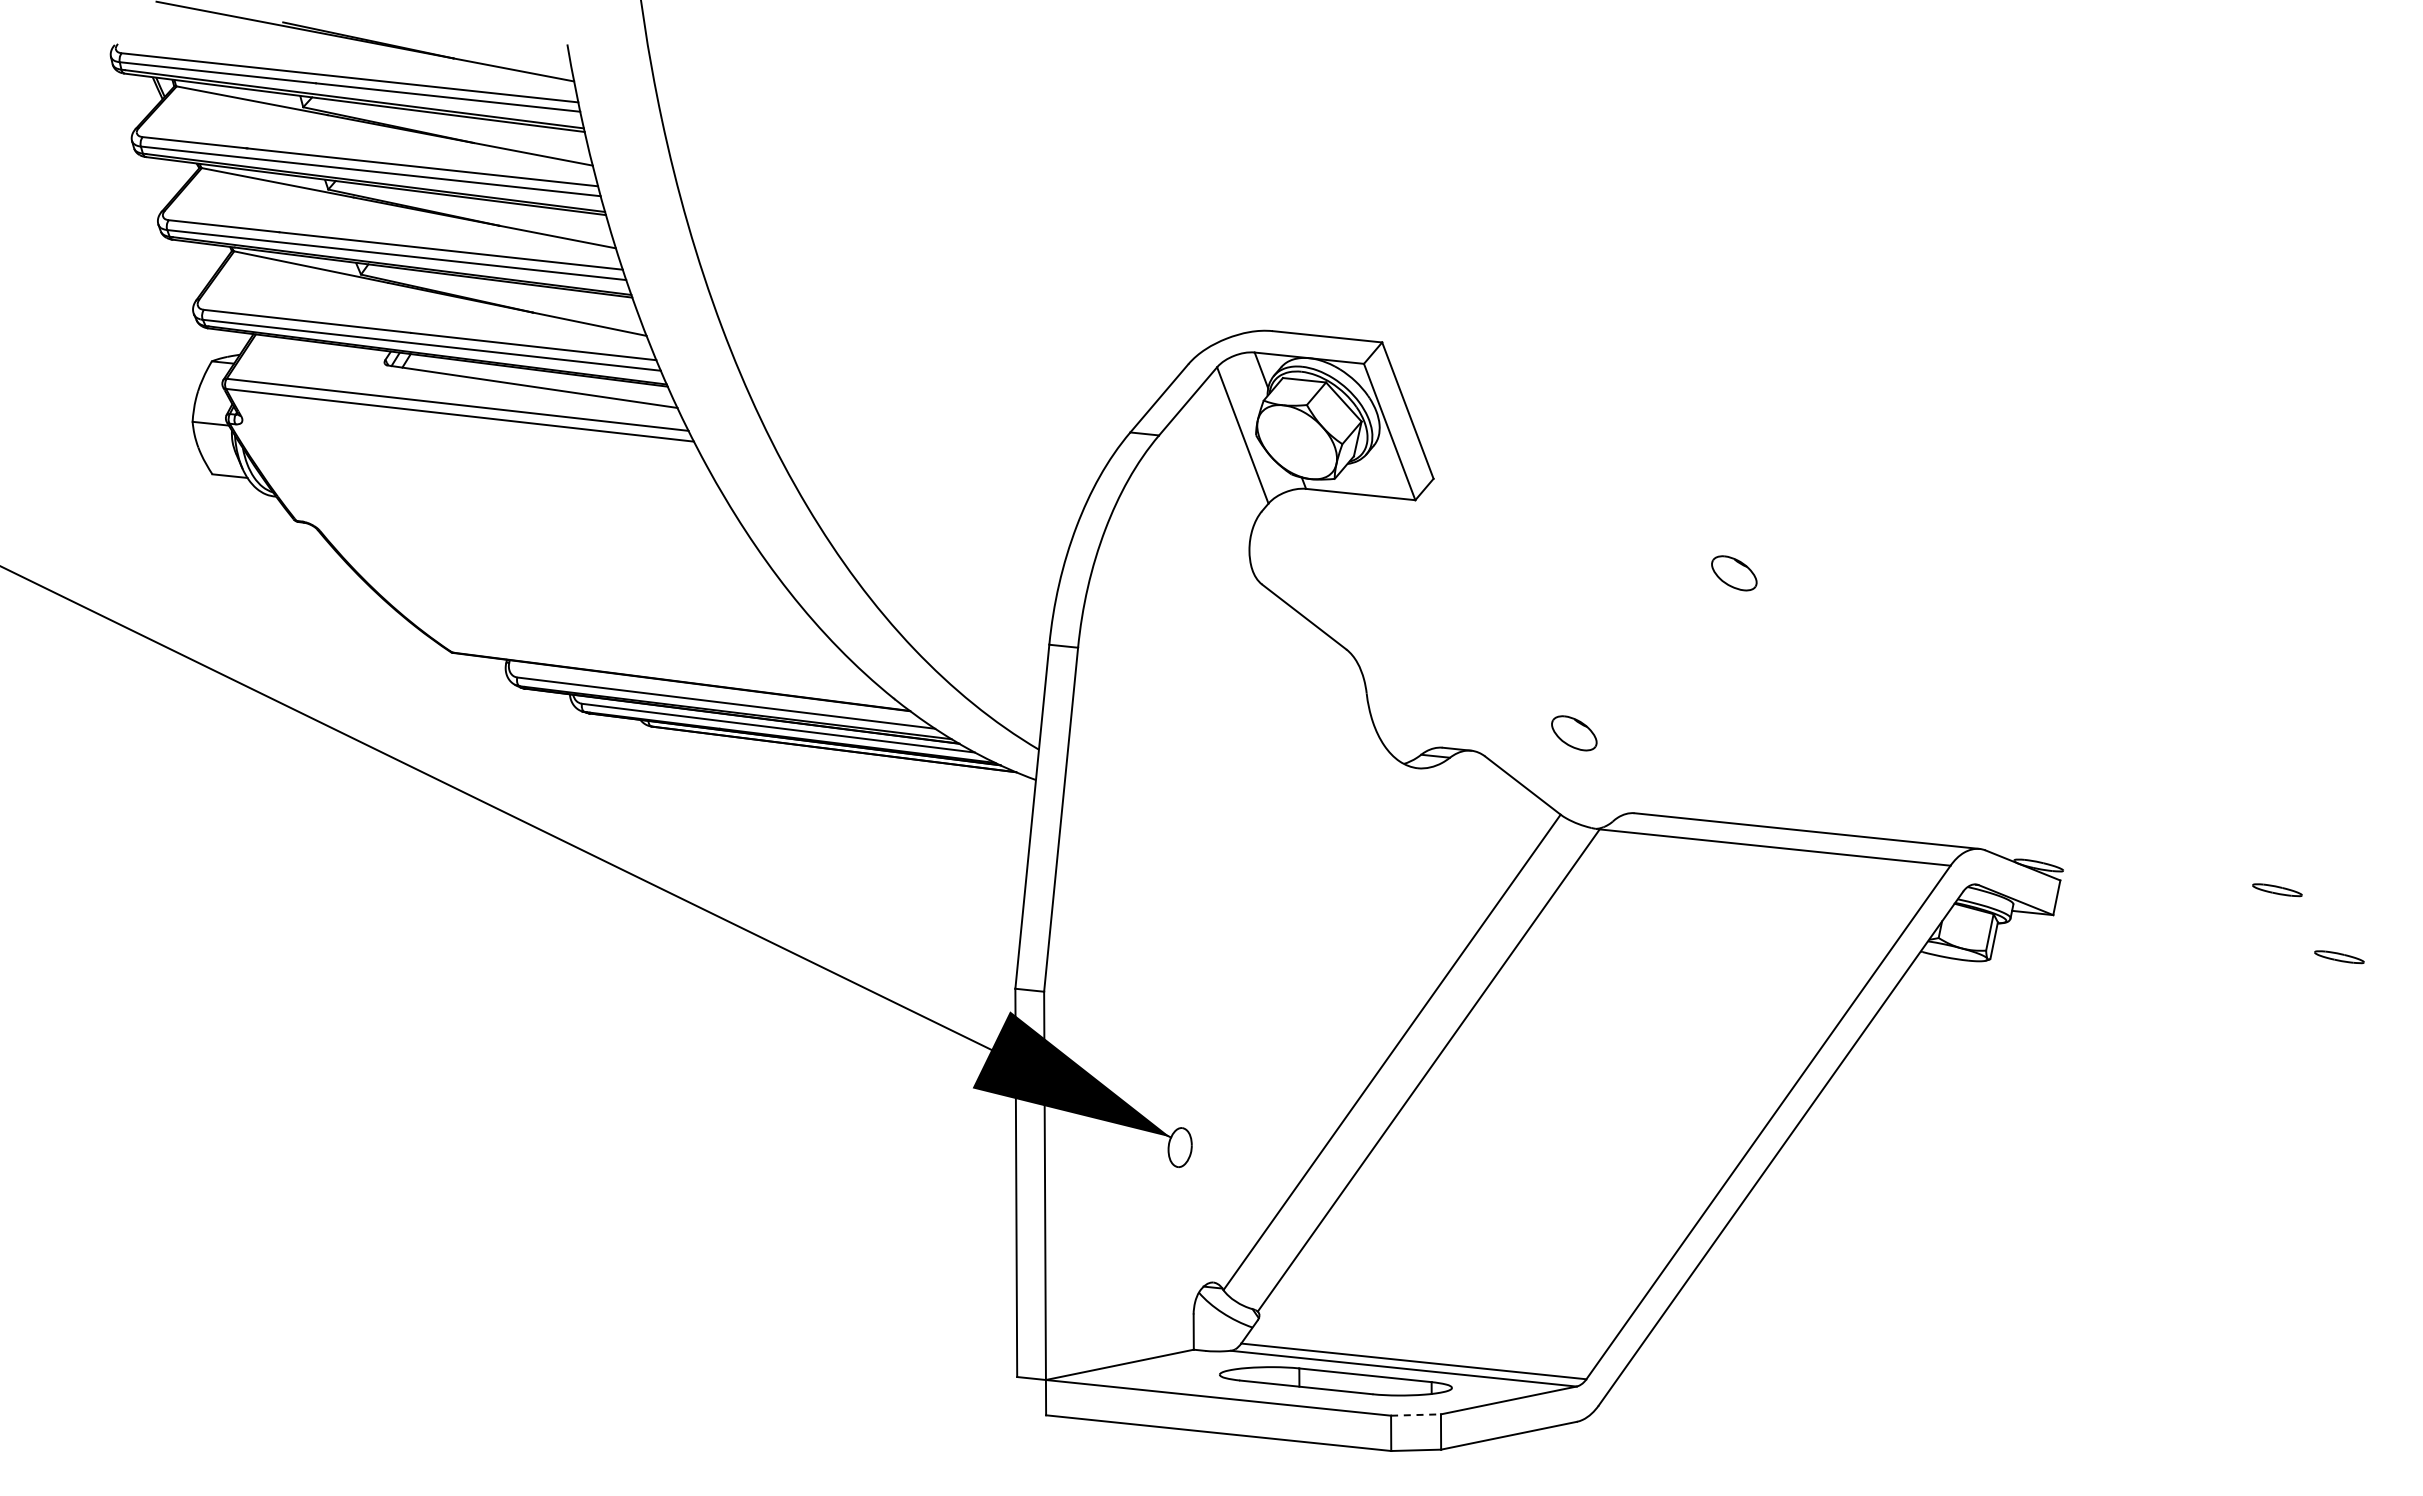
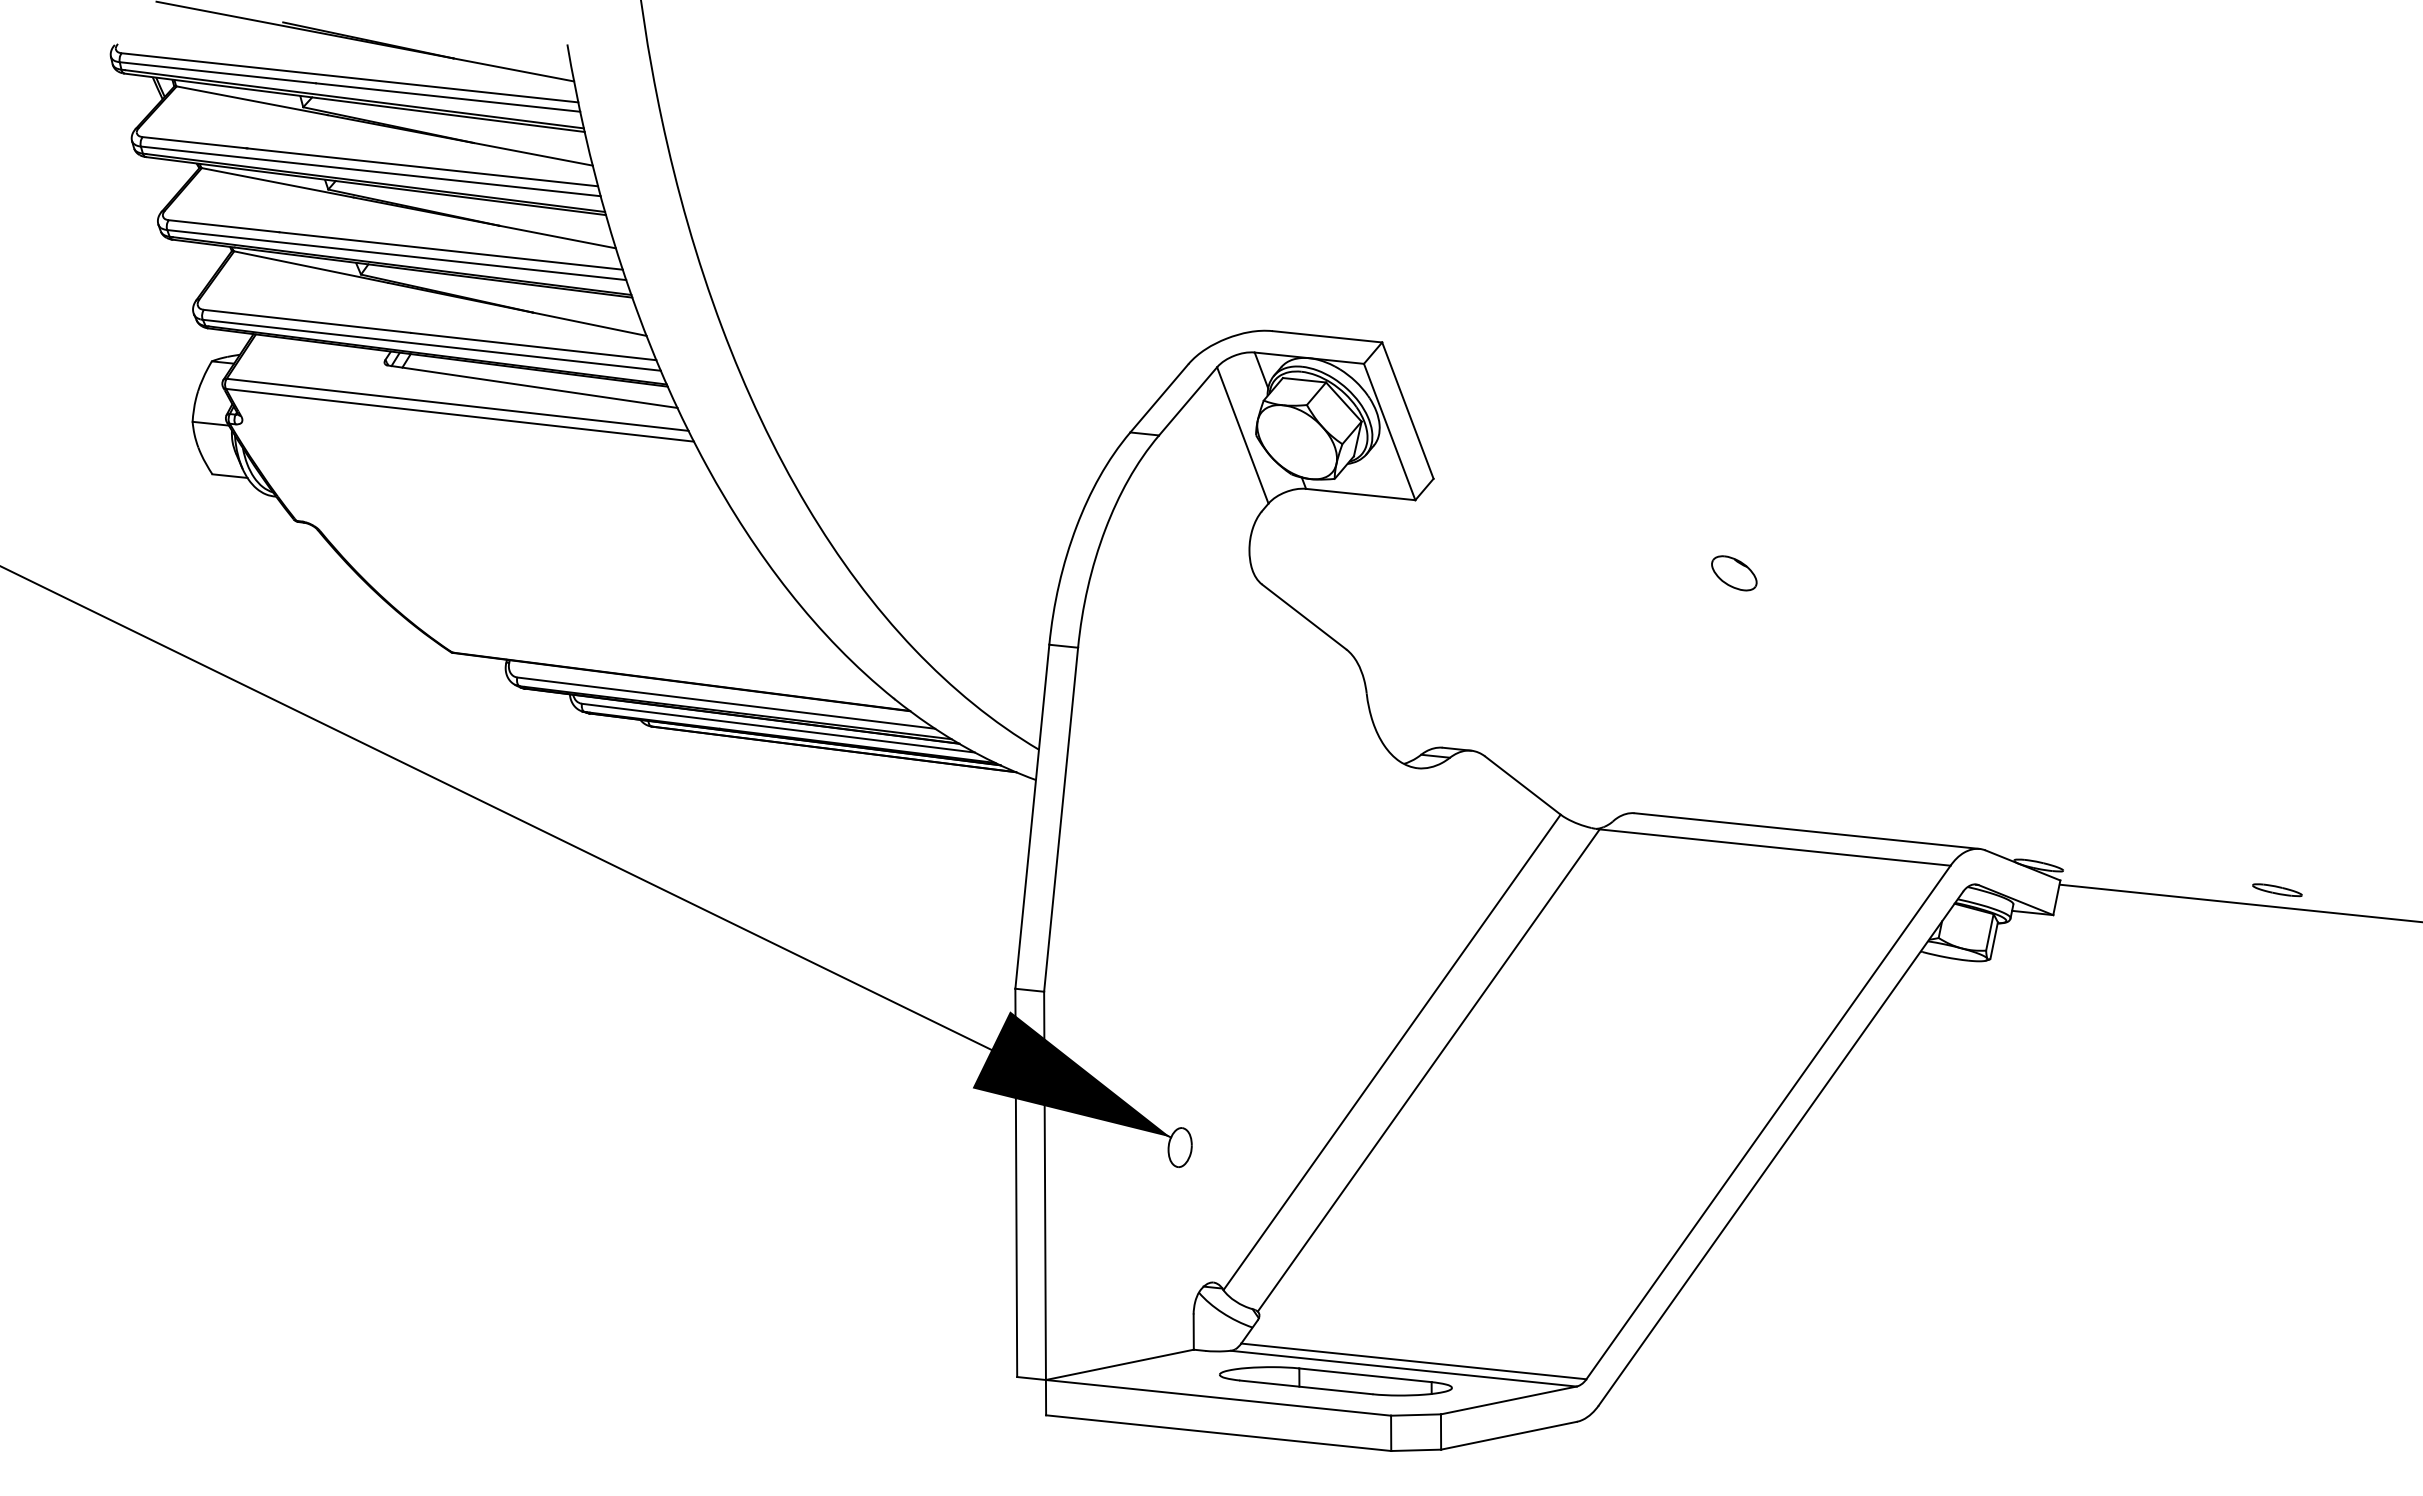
part at (1574, 733): present -> none
line at (2239, 902): none -> present
part at (2339, 957): present -> none
line at (1416, 1415): dashed -> solid
